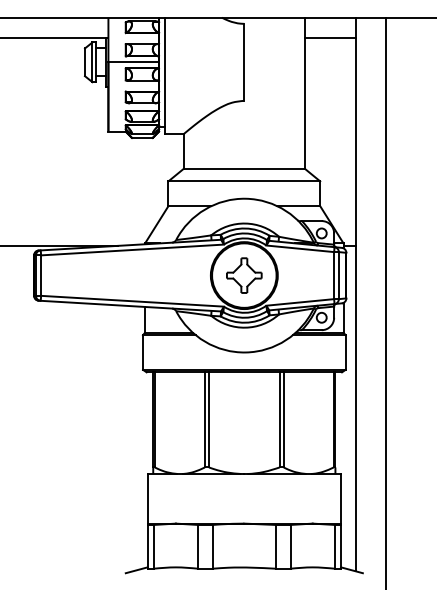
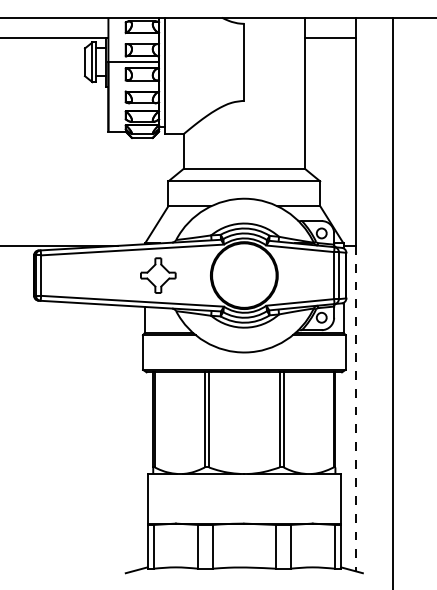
part at (244, 275) position: (244, 275) -> (158, 275)
line at (385, 301) position: (385, 301) -> (392, 301)
line at (355, 408): solid -> dashed
